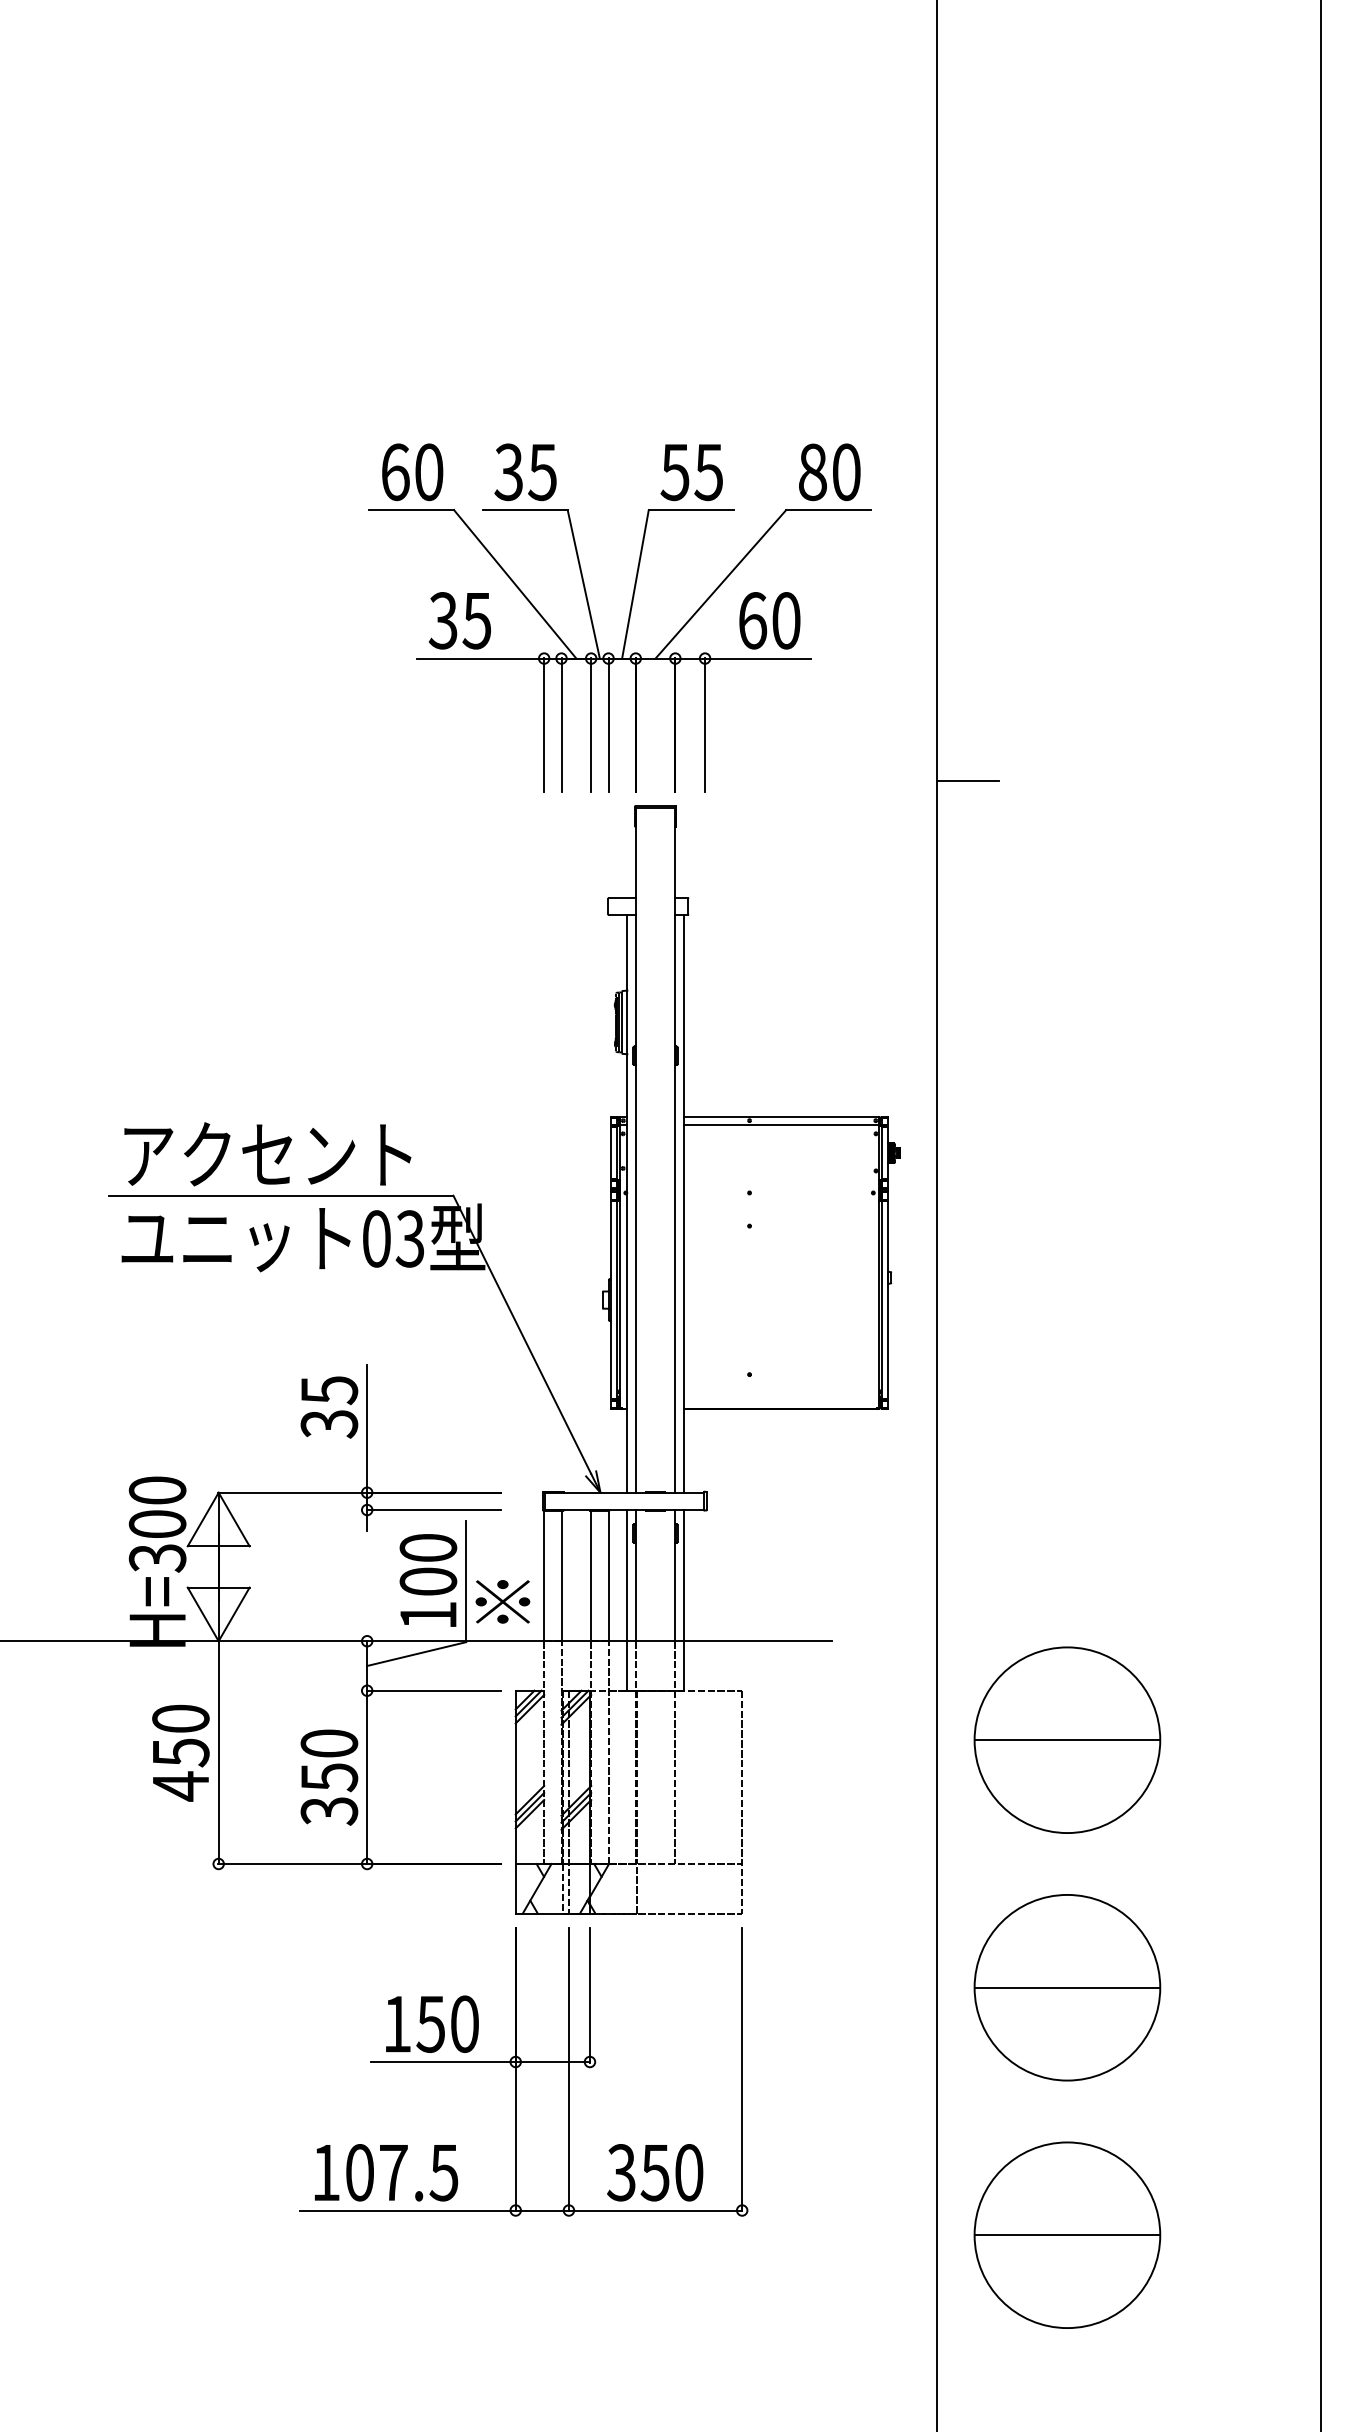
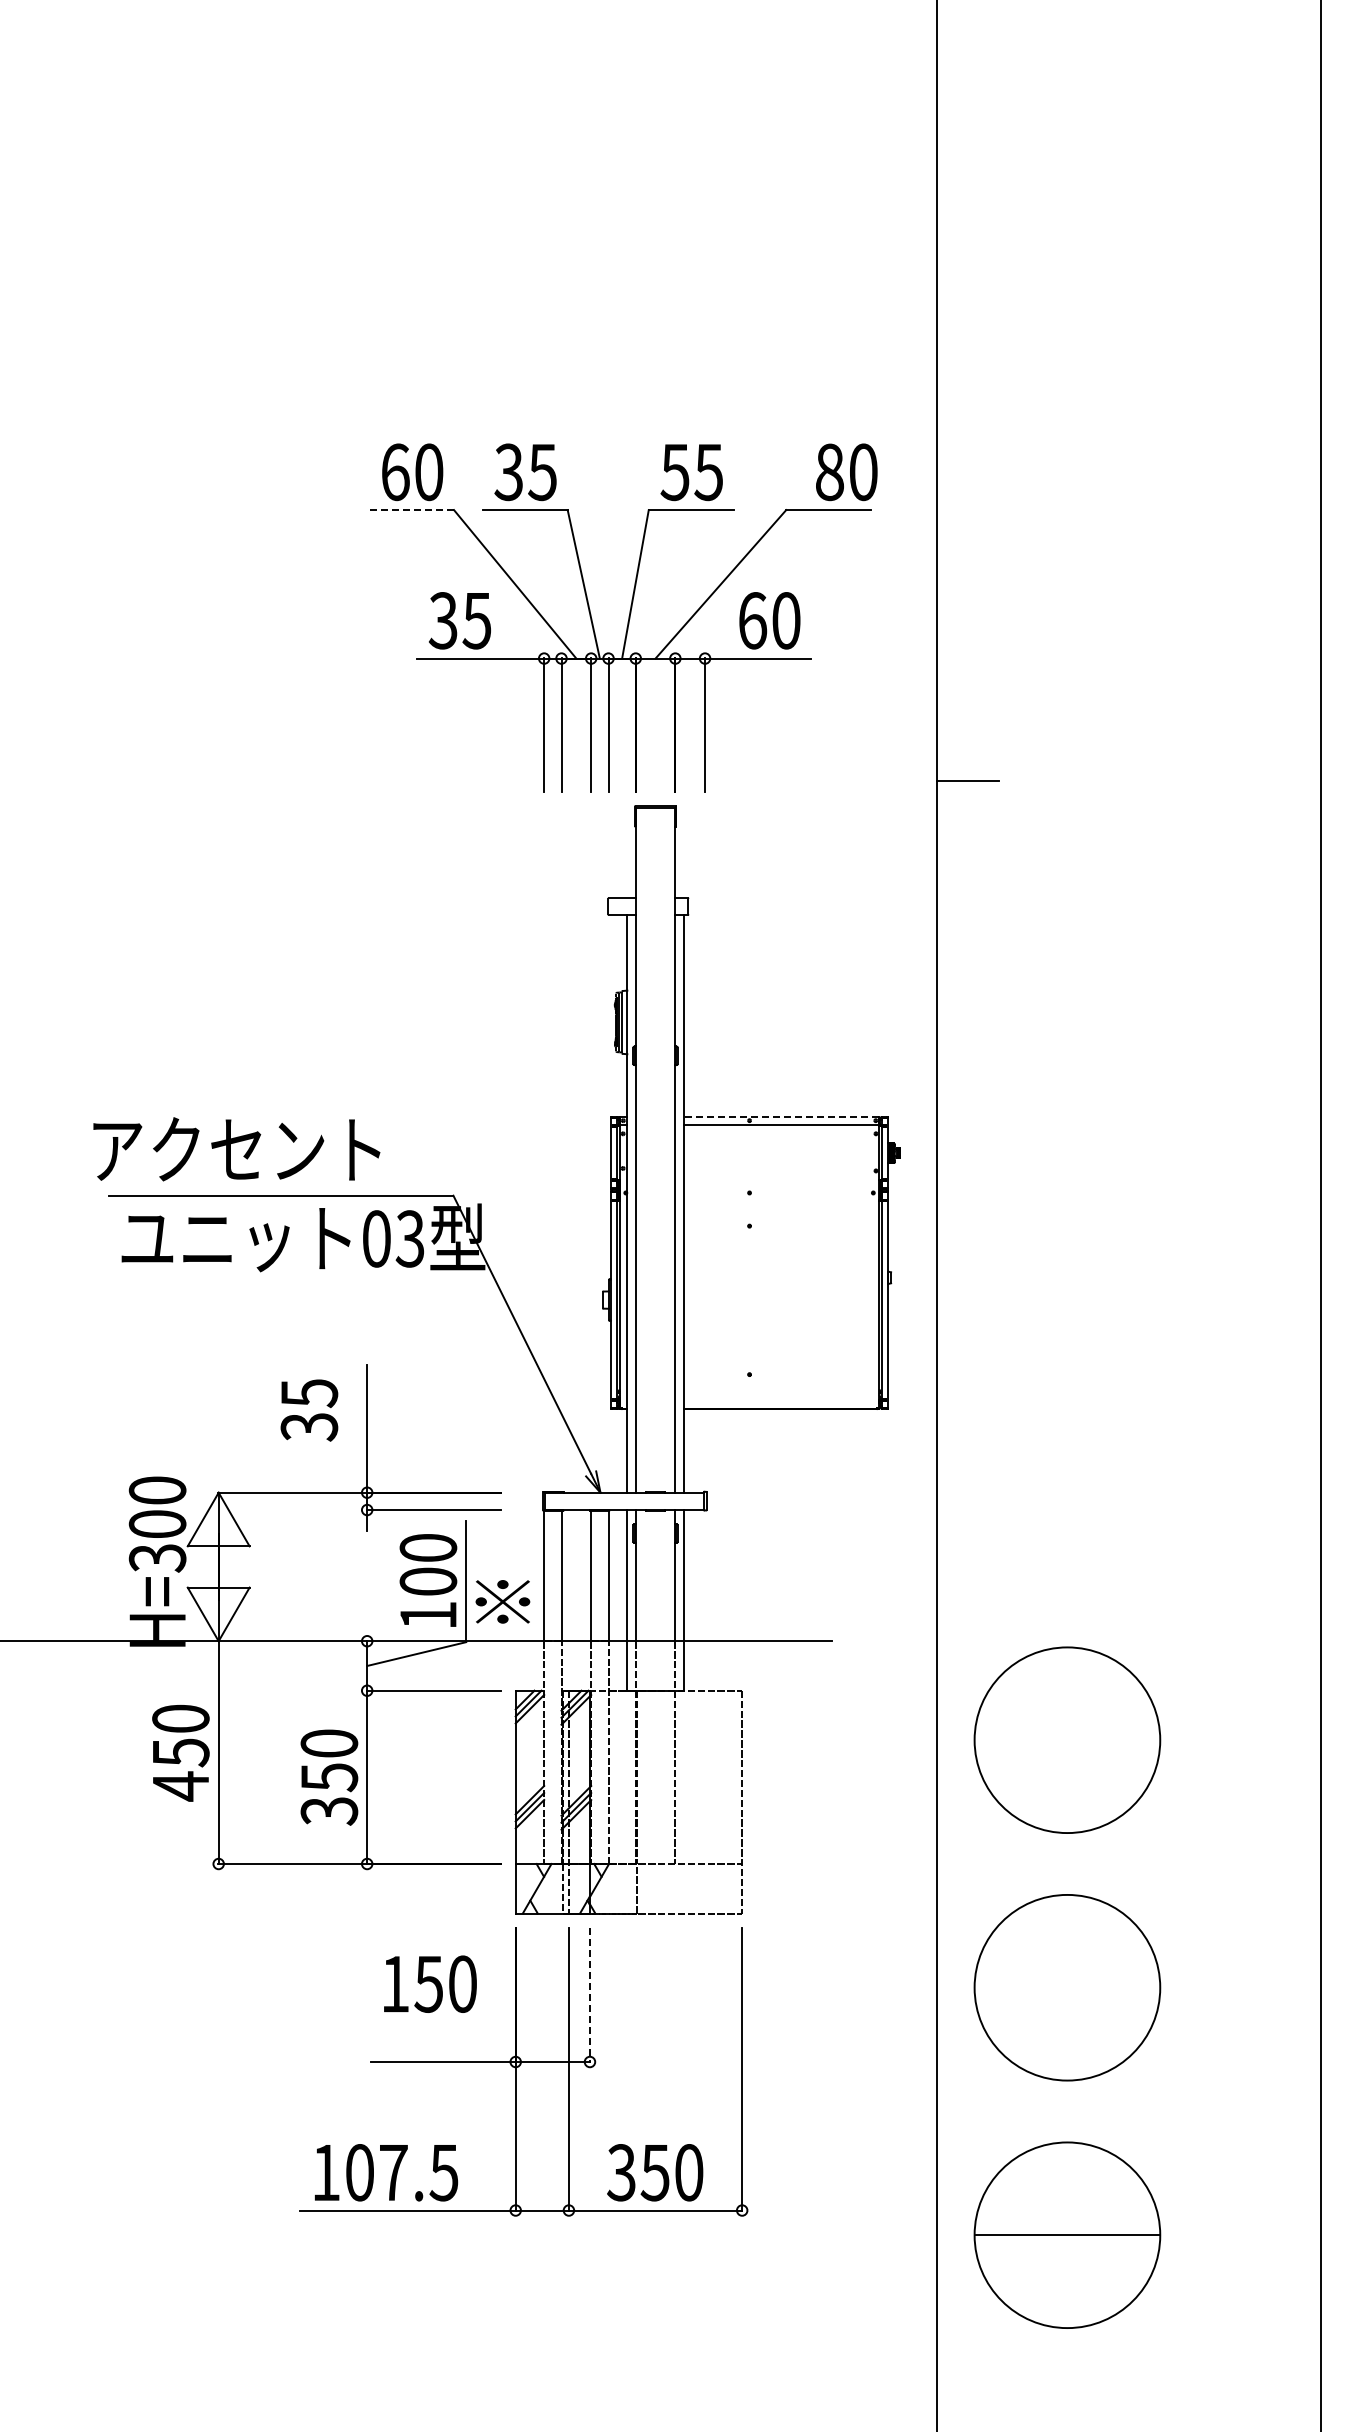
text at (829, 472) position: (829, 472) -> (846, 472)
line at (411, 510): solid -> dashed
line at (781, 1117): solid -> dashed
text at (267, 1154) position: (267, 1154) -> (236, 1149)
text at (329, 1407) position: (329, 1407) -> (309, 1410)
line at (1067, 1740): present -> none
line at (1067, 1987): present -> none
line at (589, 1995): solid -> dashed
text at (432, 2023) position: (432, 2023) -> (430, 1983)
